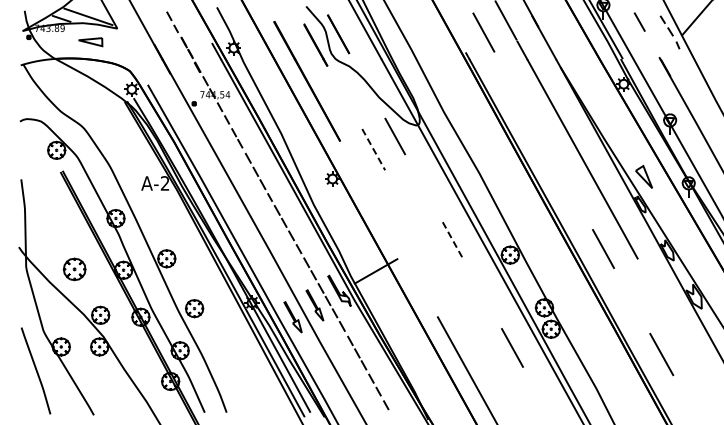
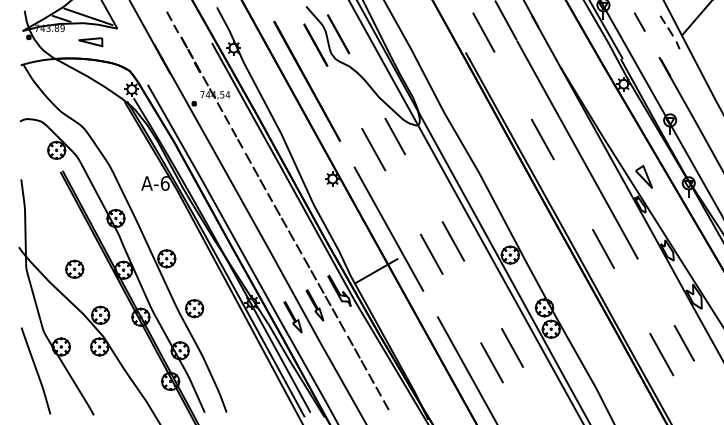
line at (542, 139): none -> present
line at (373, 149): dashed -> solid
text at (164, 183): A-2 -> A-6
line at (388, 228): none -> present
line at (453, 241): dashed -> solid
line at (431, 253): none -> present
part at (74, 269) size: 25x25 px -> 20x20 px
line at (683, 343): none -> present
line at (491, 362): none -> present
